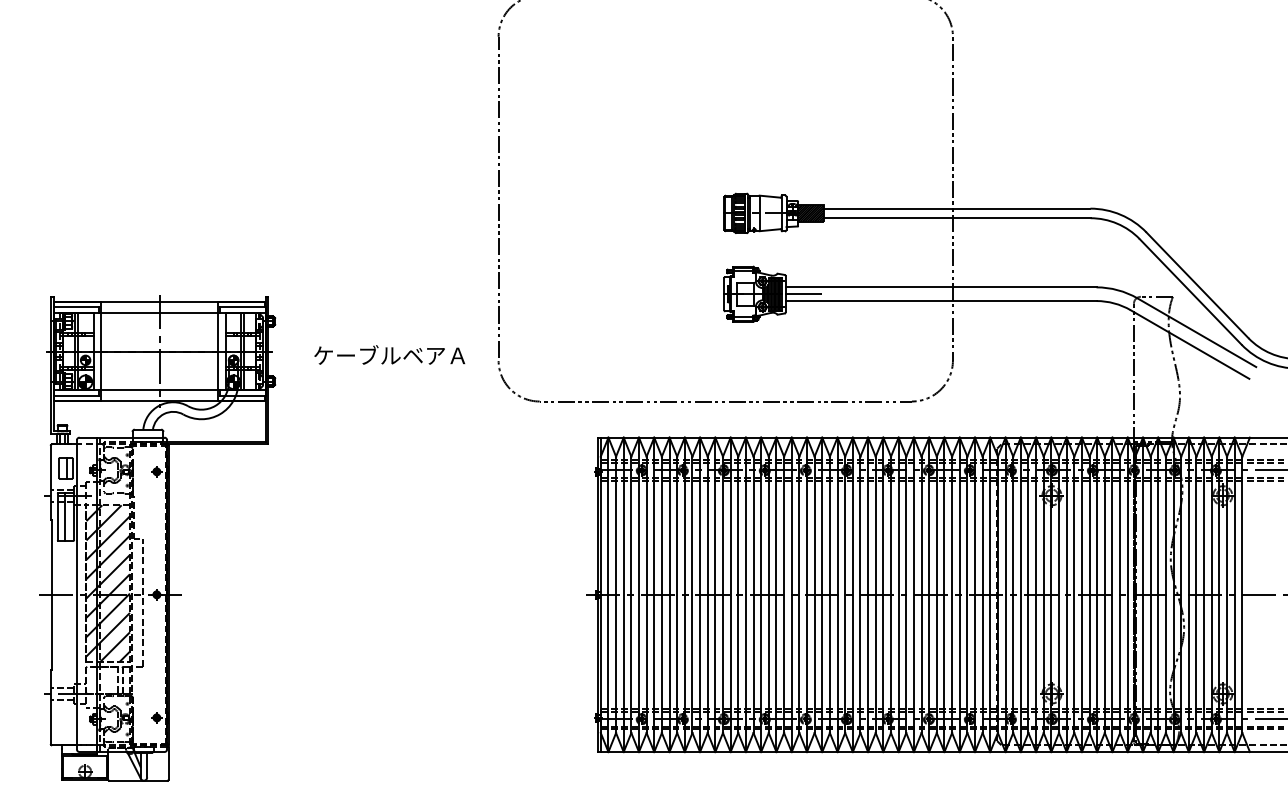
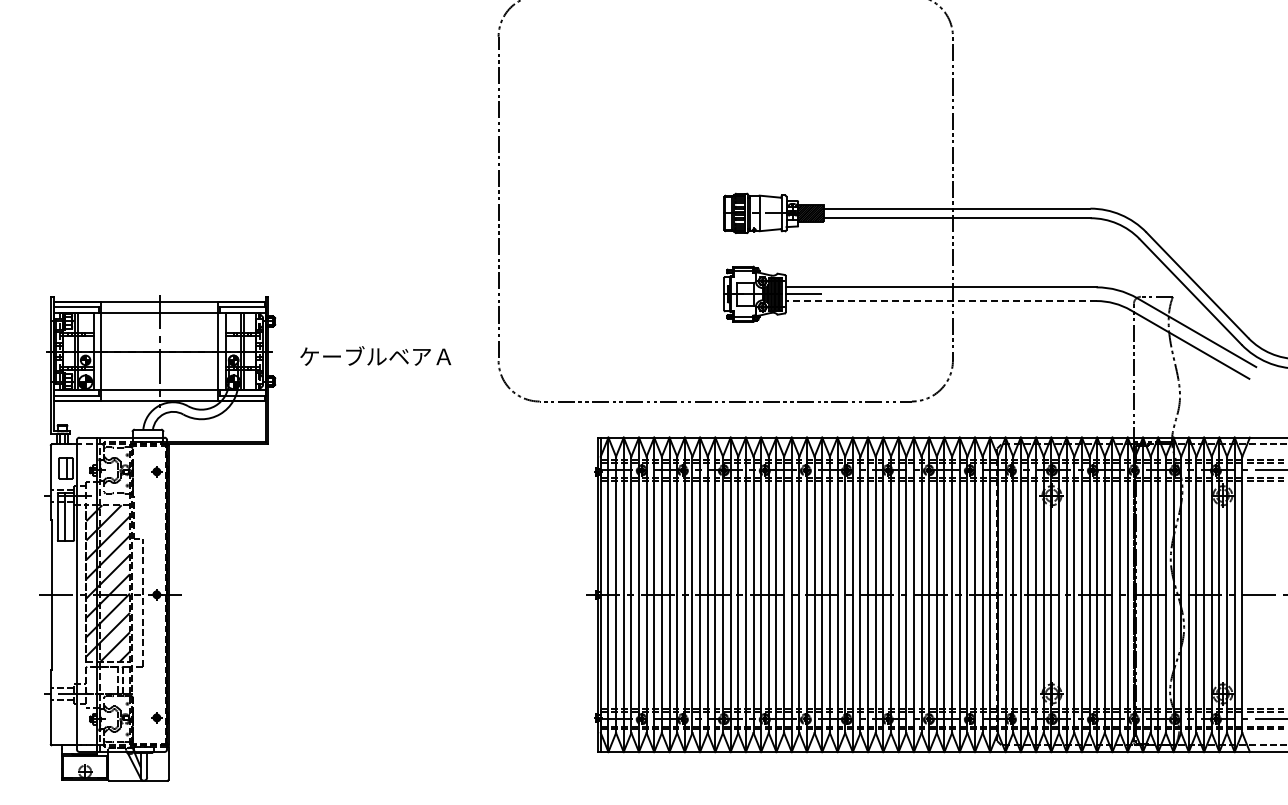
line at (940, 301): solid -> dashed
text at (389, 354) position: (389, 354) -> (375, 355)
